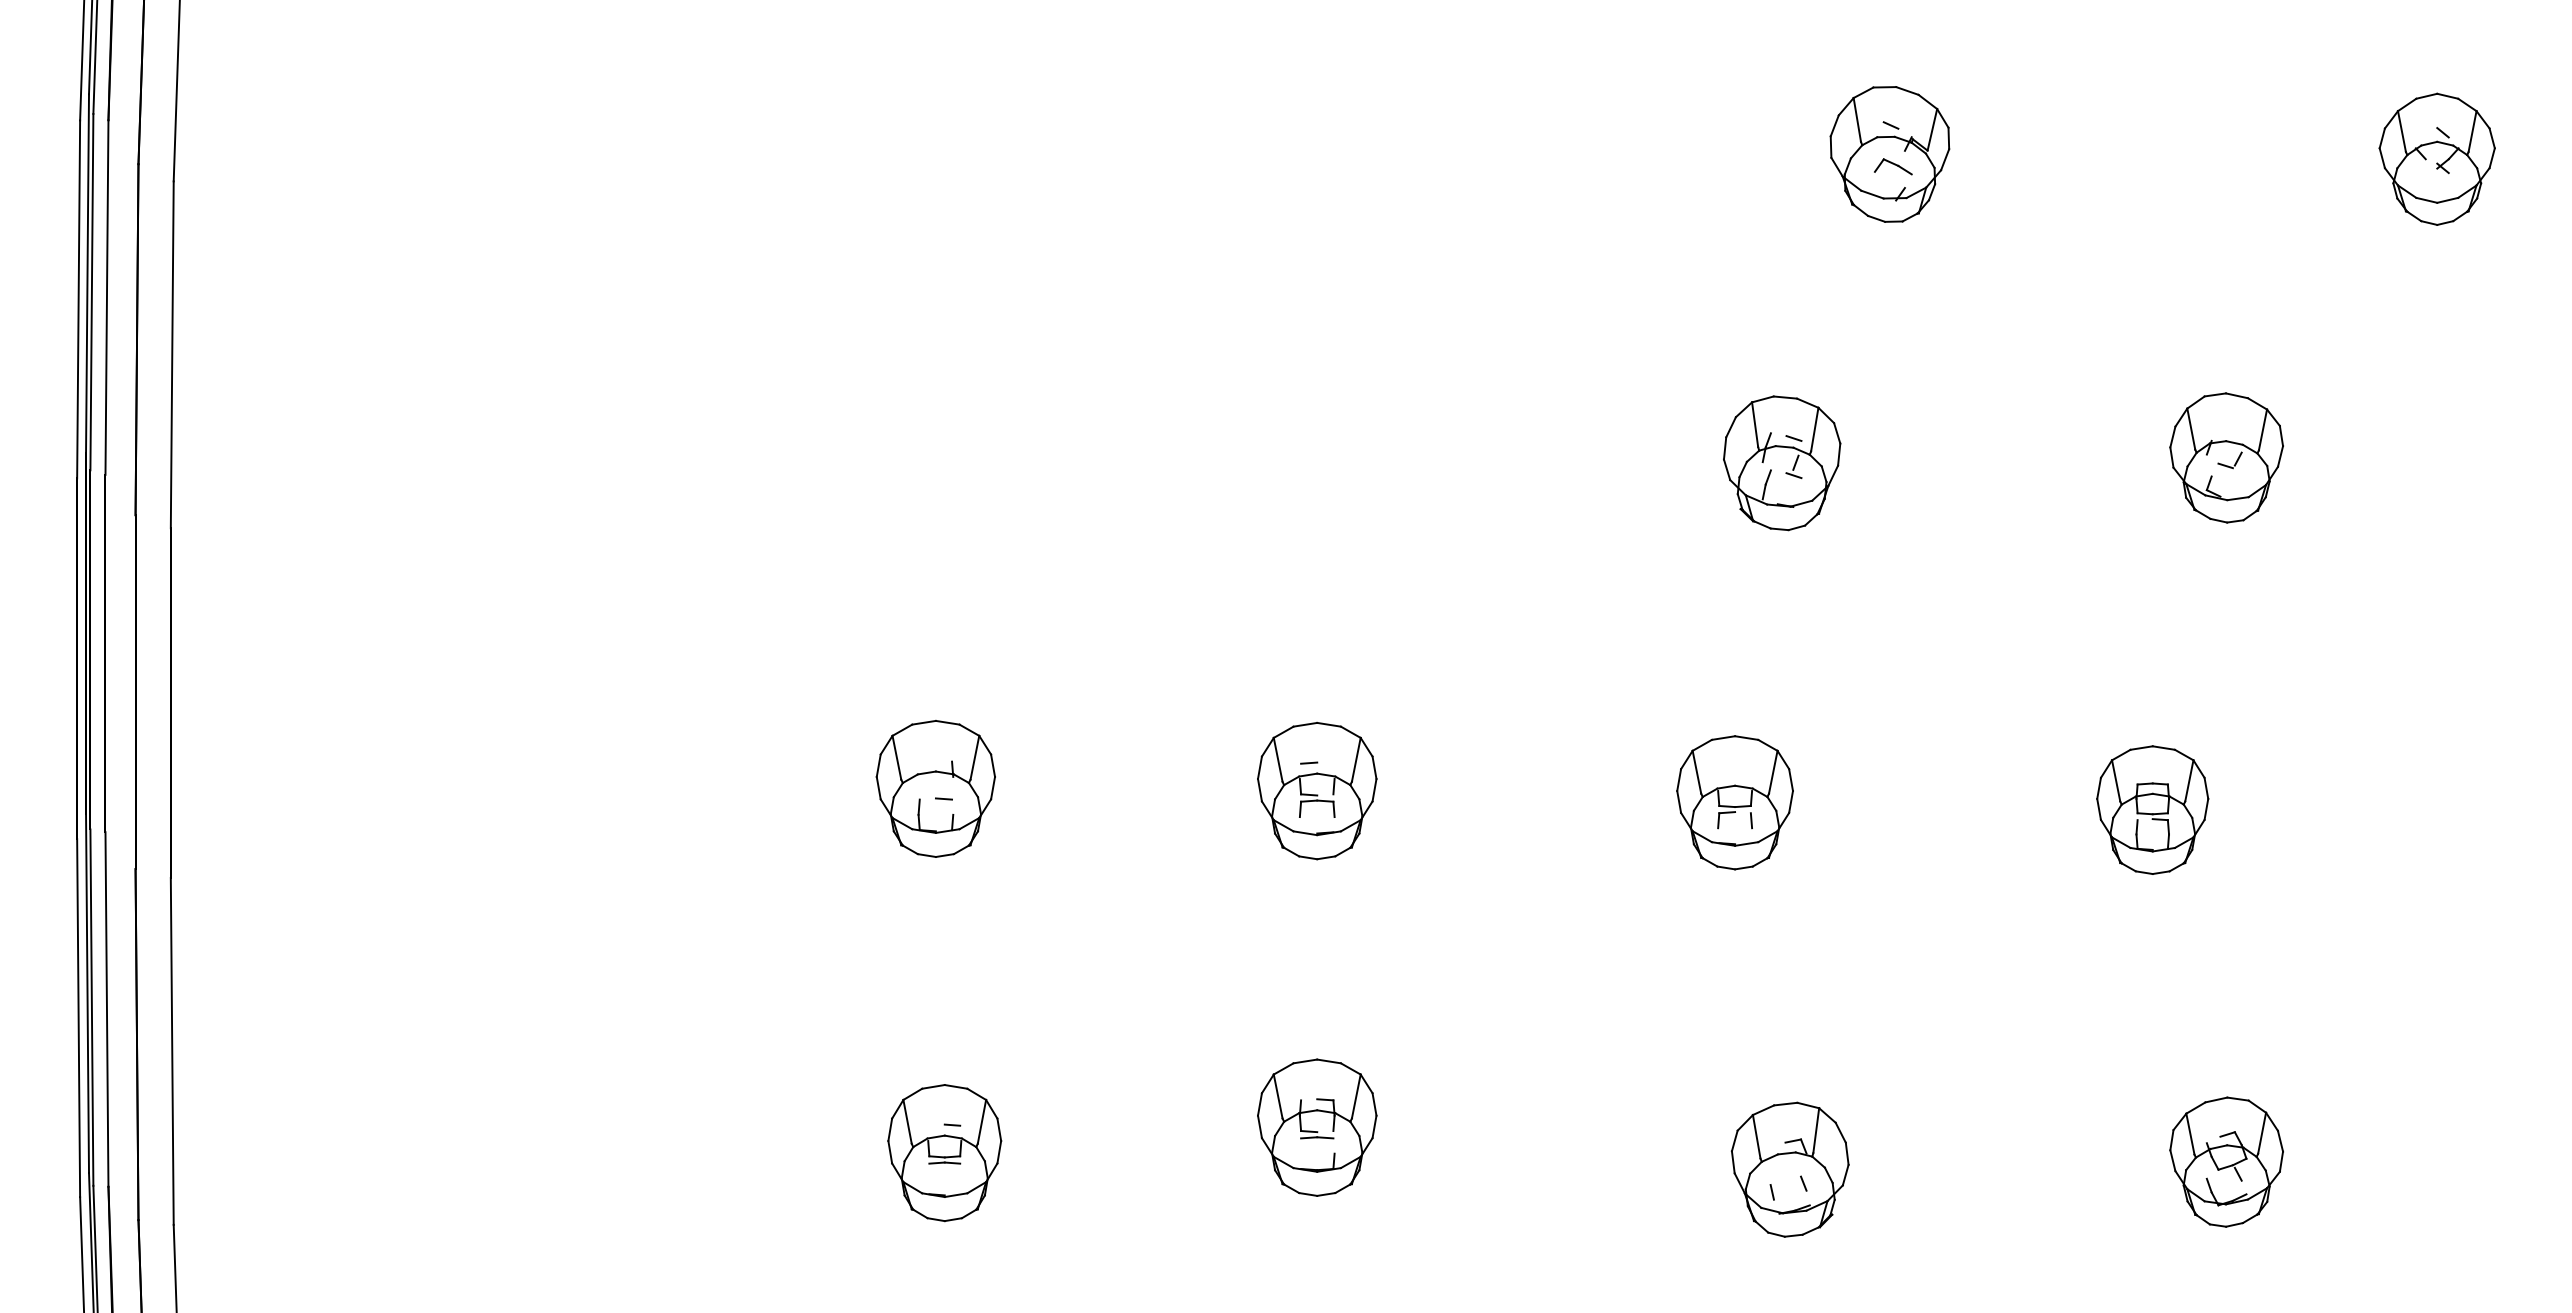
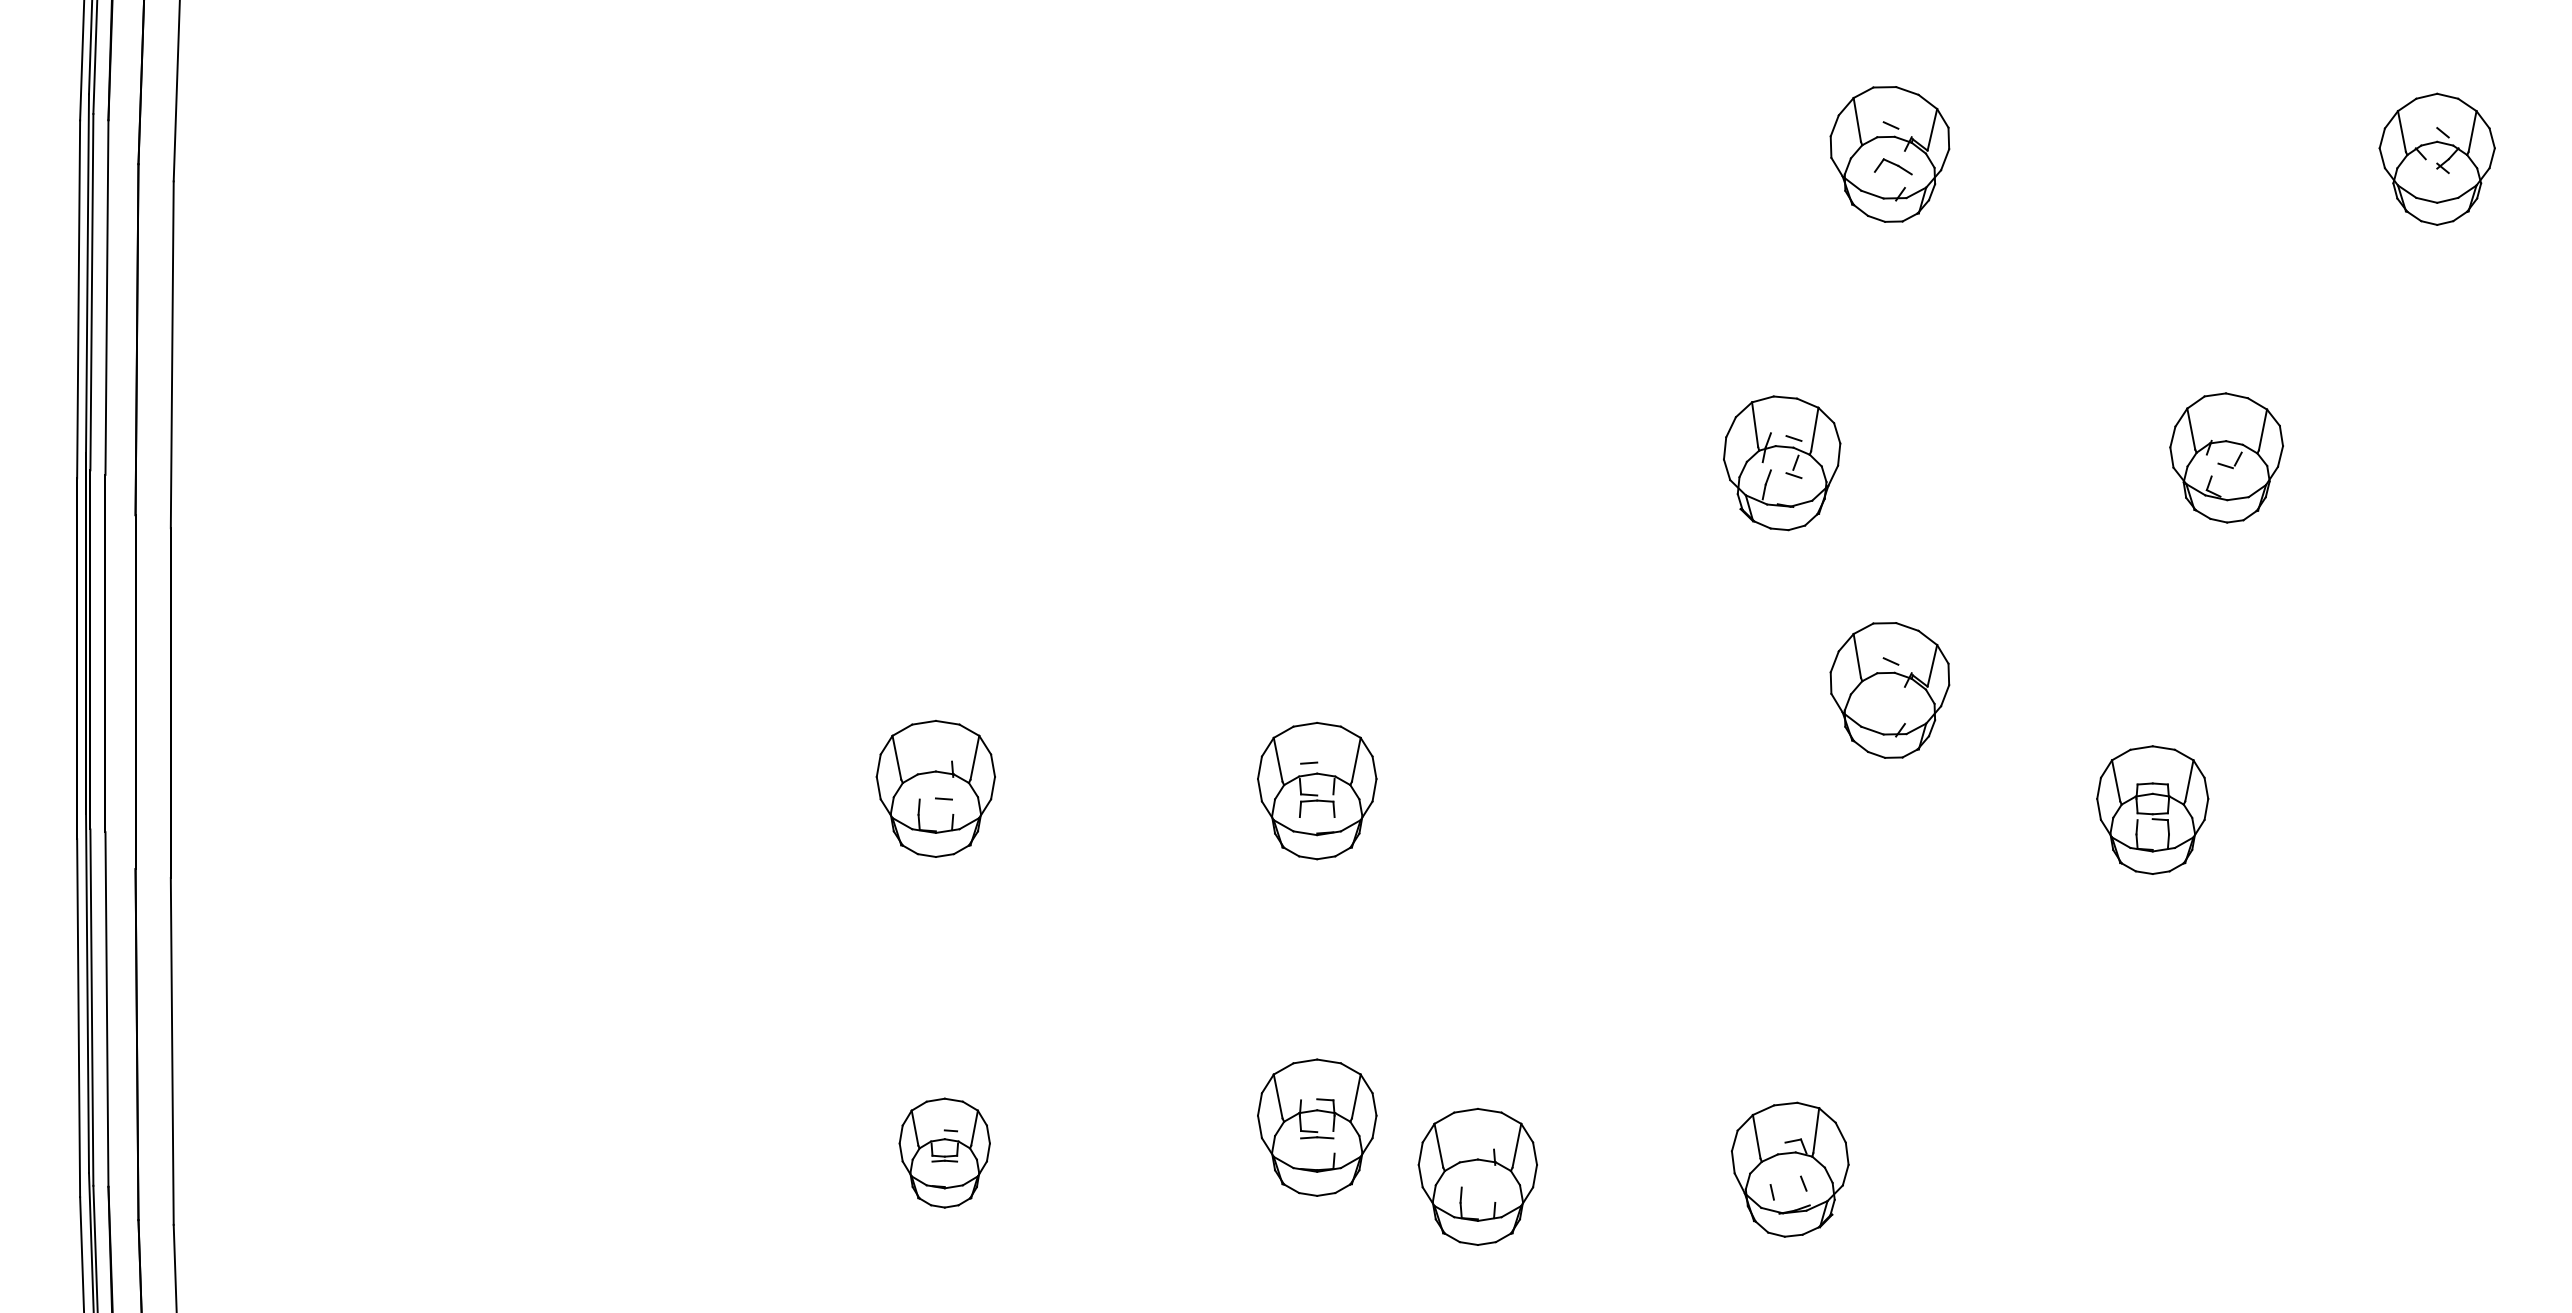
part at (1889, 690): none -> present
part at (1734, 802): present -> none
part at (944, 1153) size: 116x139 px -> 93x112 px
part at (2226, 1161): present -> none
part at (1477, 1176): none -> present
